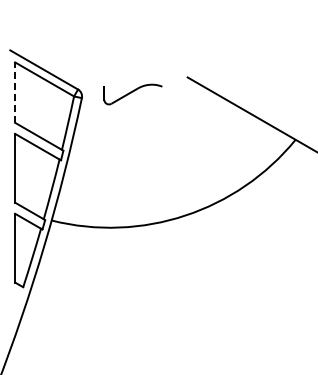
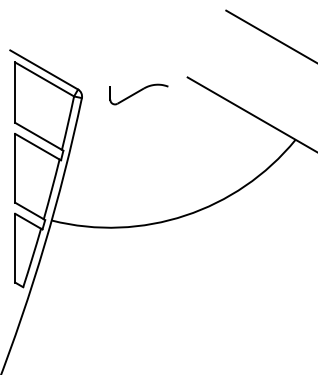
line at (270, 35): none -> present
line at (15, 92): dashed -> solid
part at (132, 94) position: (132, 94) -> (138, 94)
